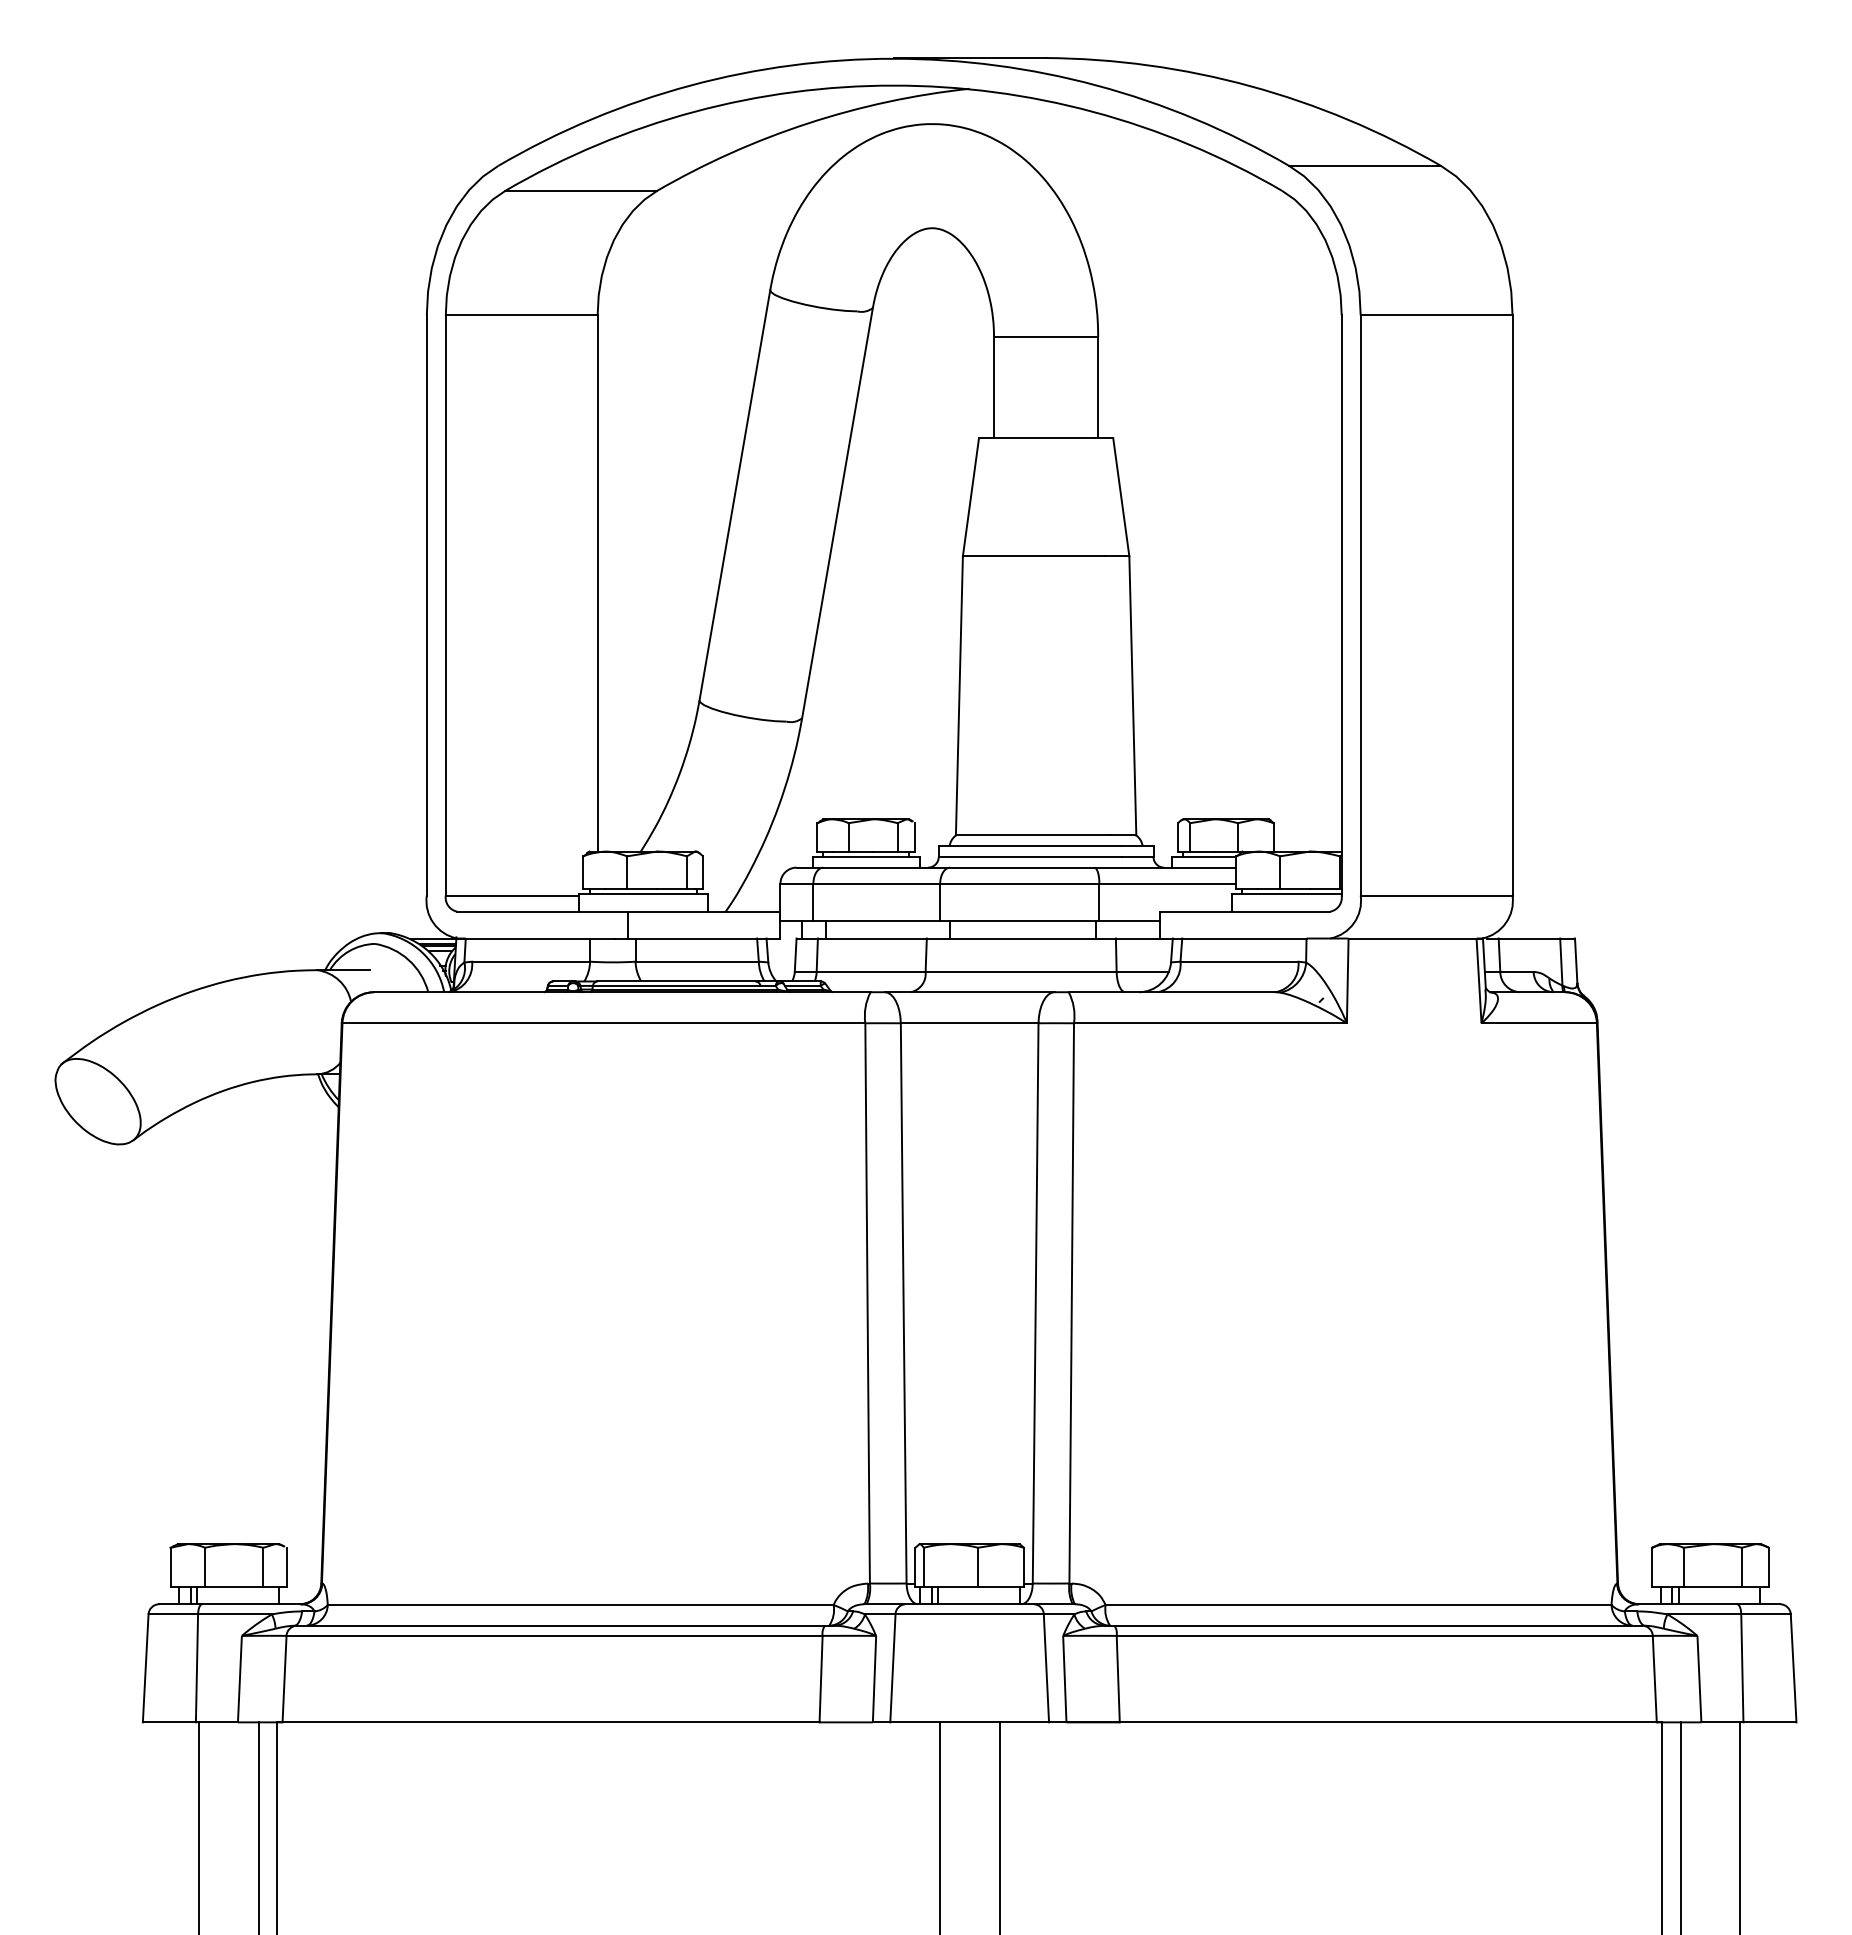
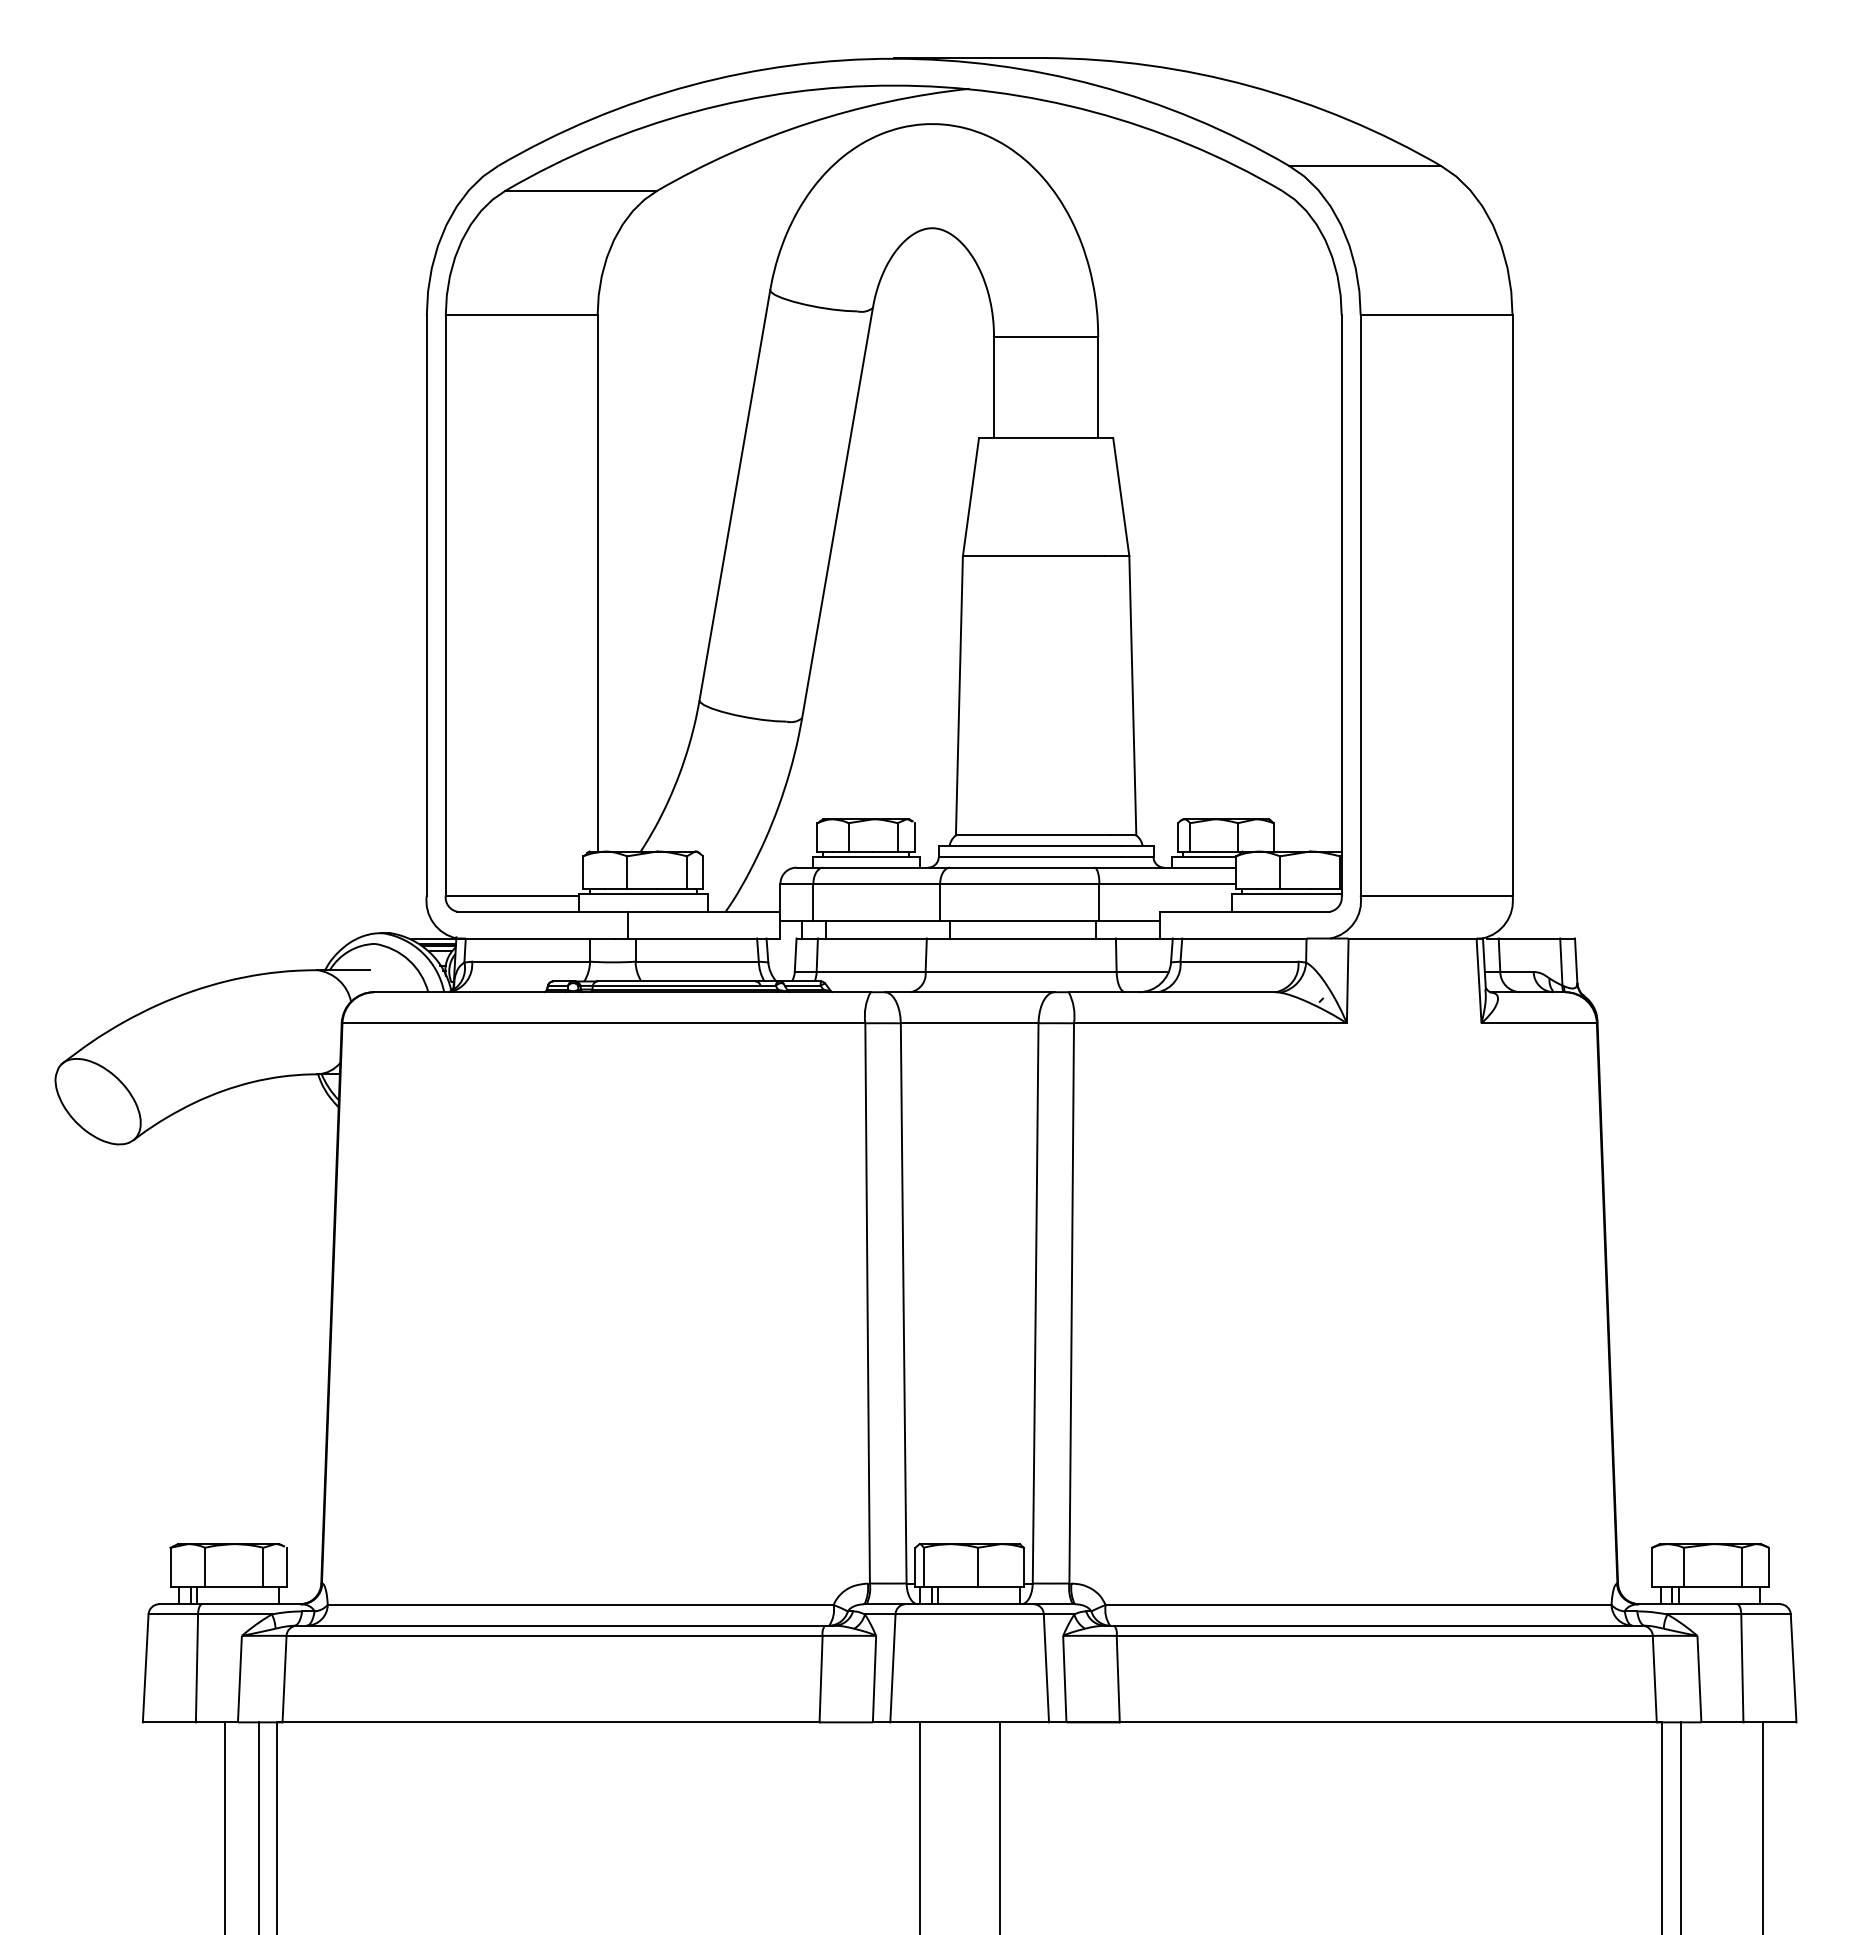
line at (198, 1826) position: (198, 1826) -> (224, 1826)
line at (939, 1826) position: (939, 1826) -> (919, 1826)
line at (1740, 1826) position: (1740, 1826) -> (1763, 1826)
